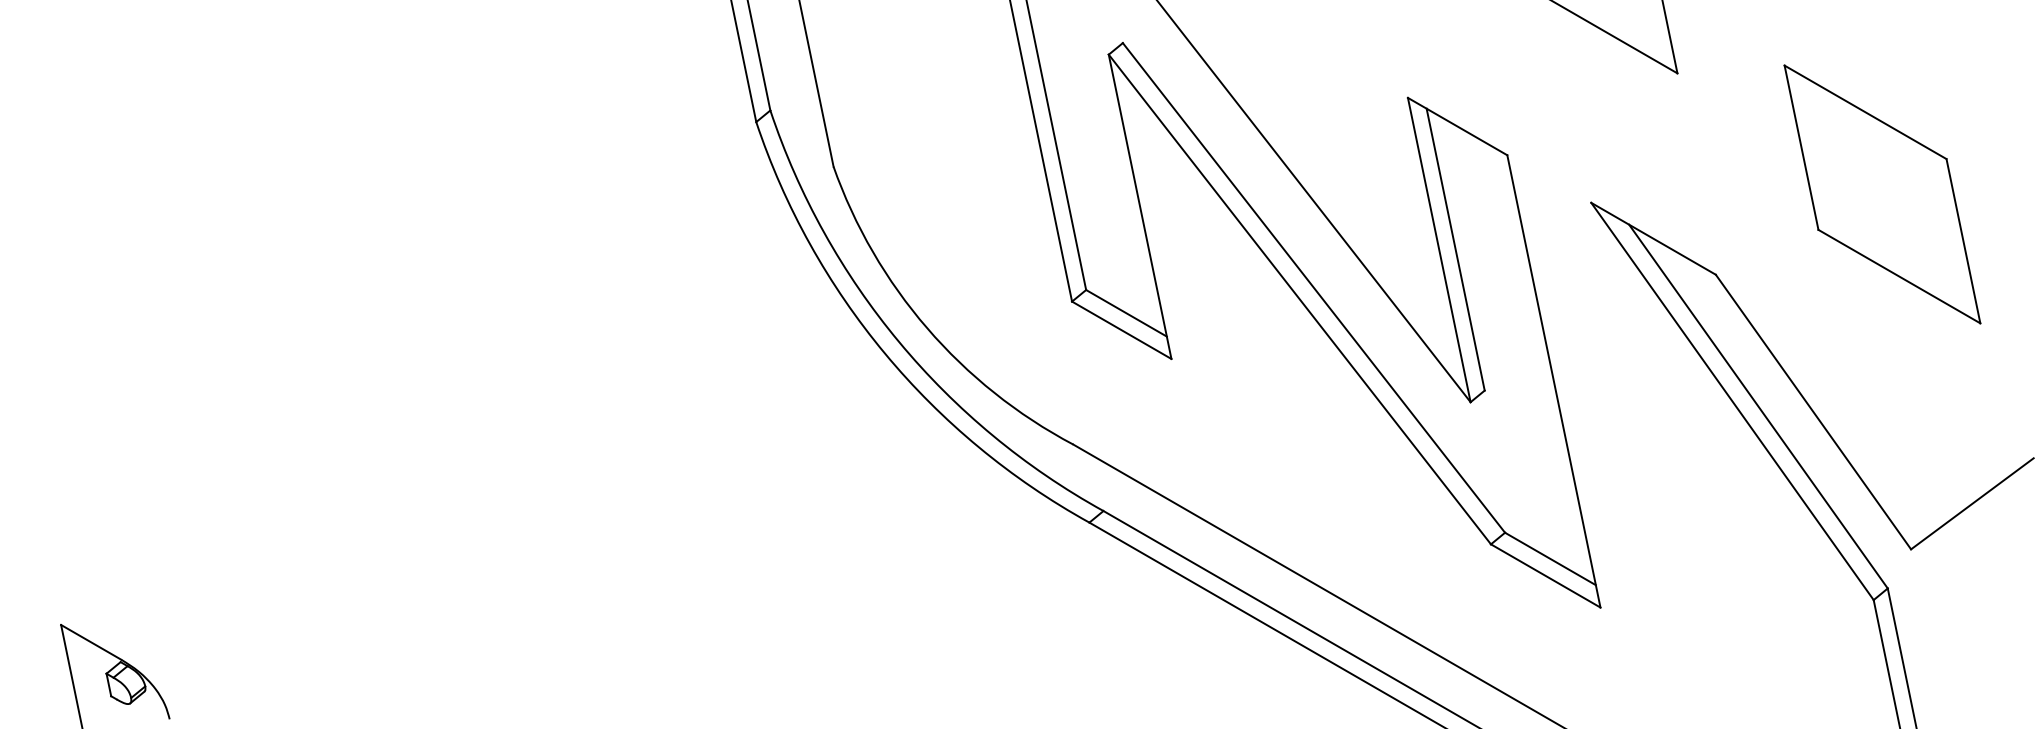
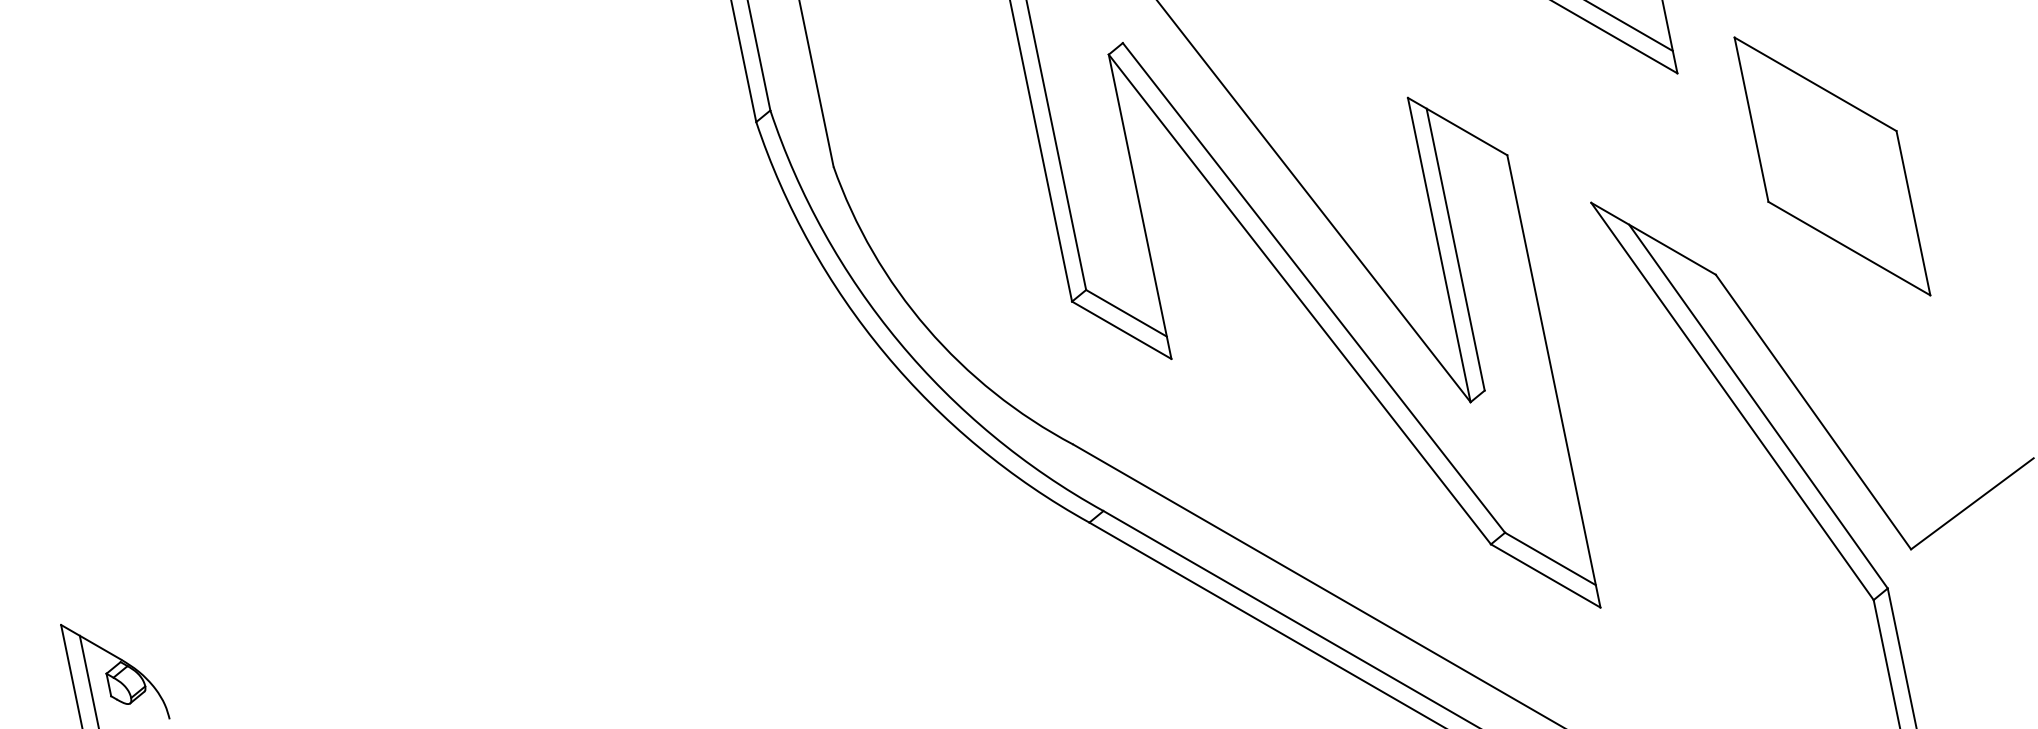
line at (1630, 26): none -> present
part at (1882, 194) position: (1882, 194) -> (1832, 166)
line at (88, 680): none -> present
